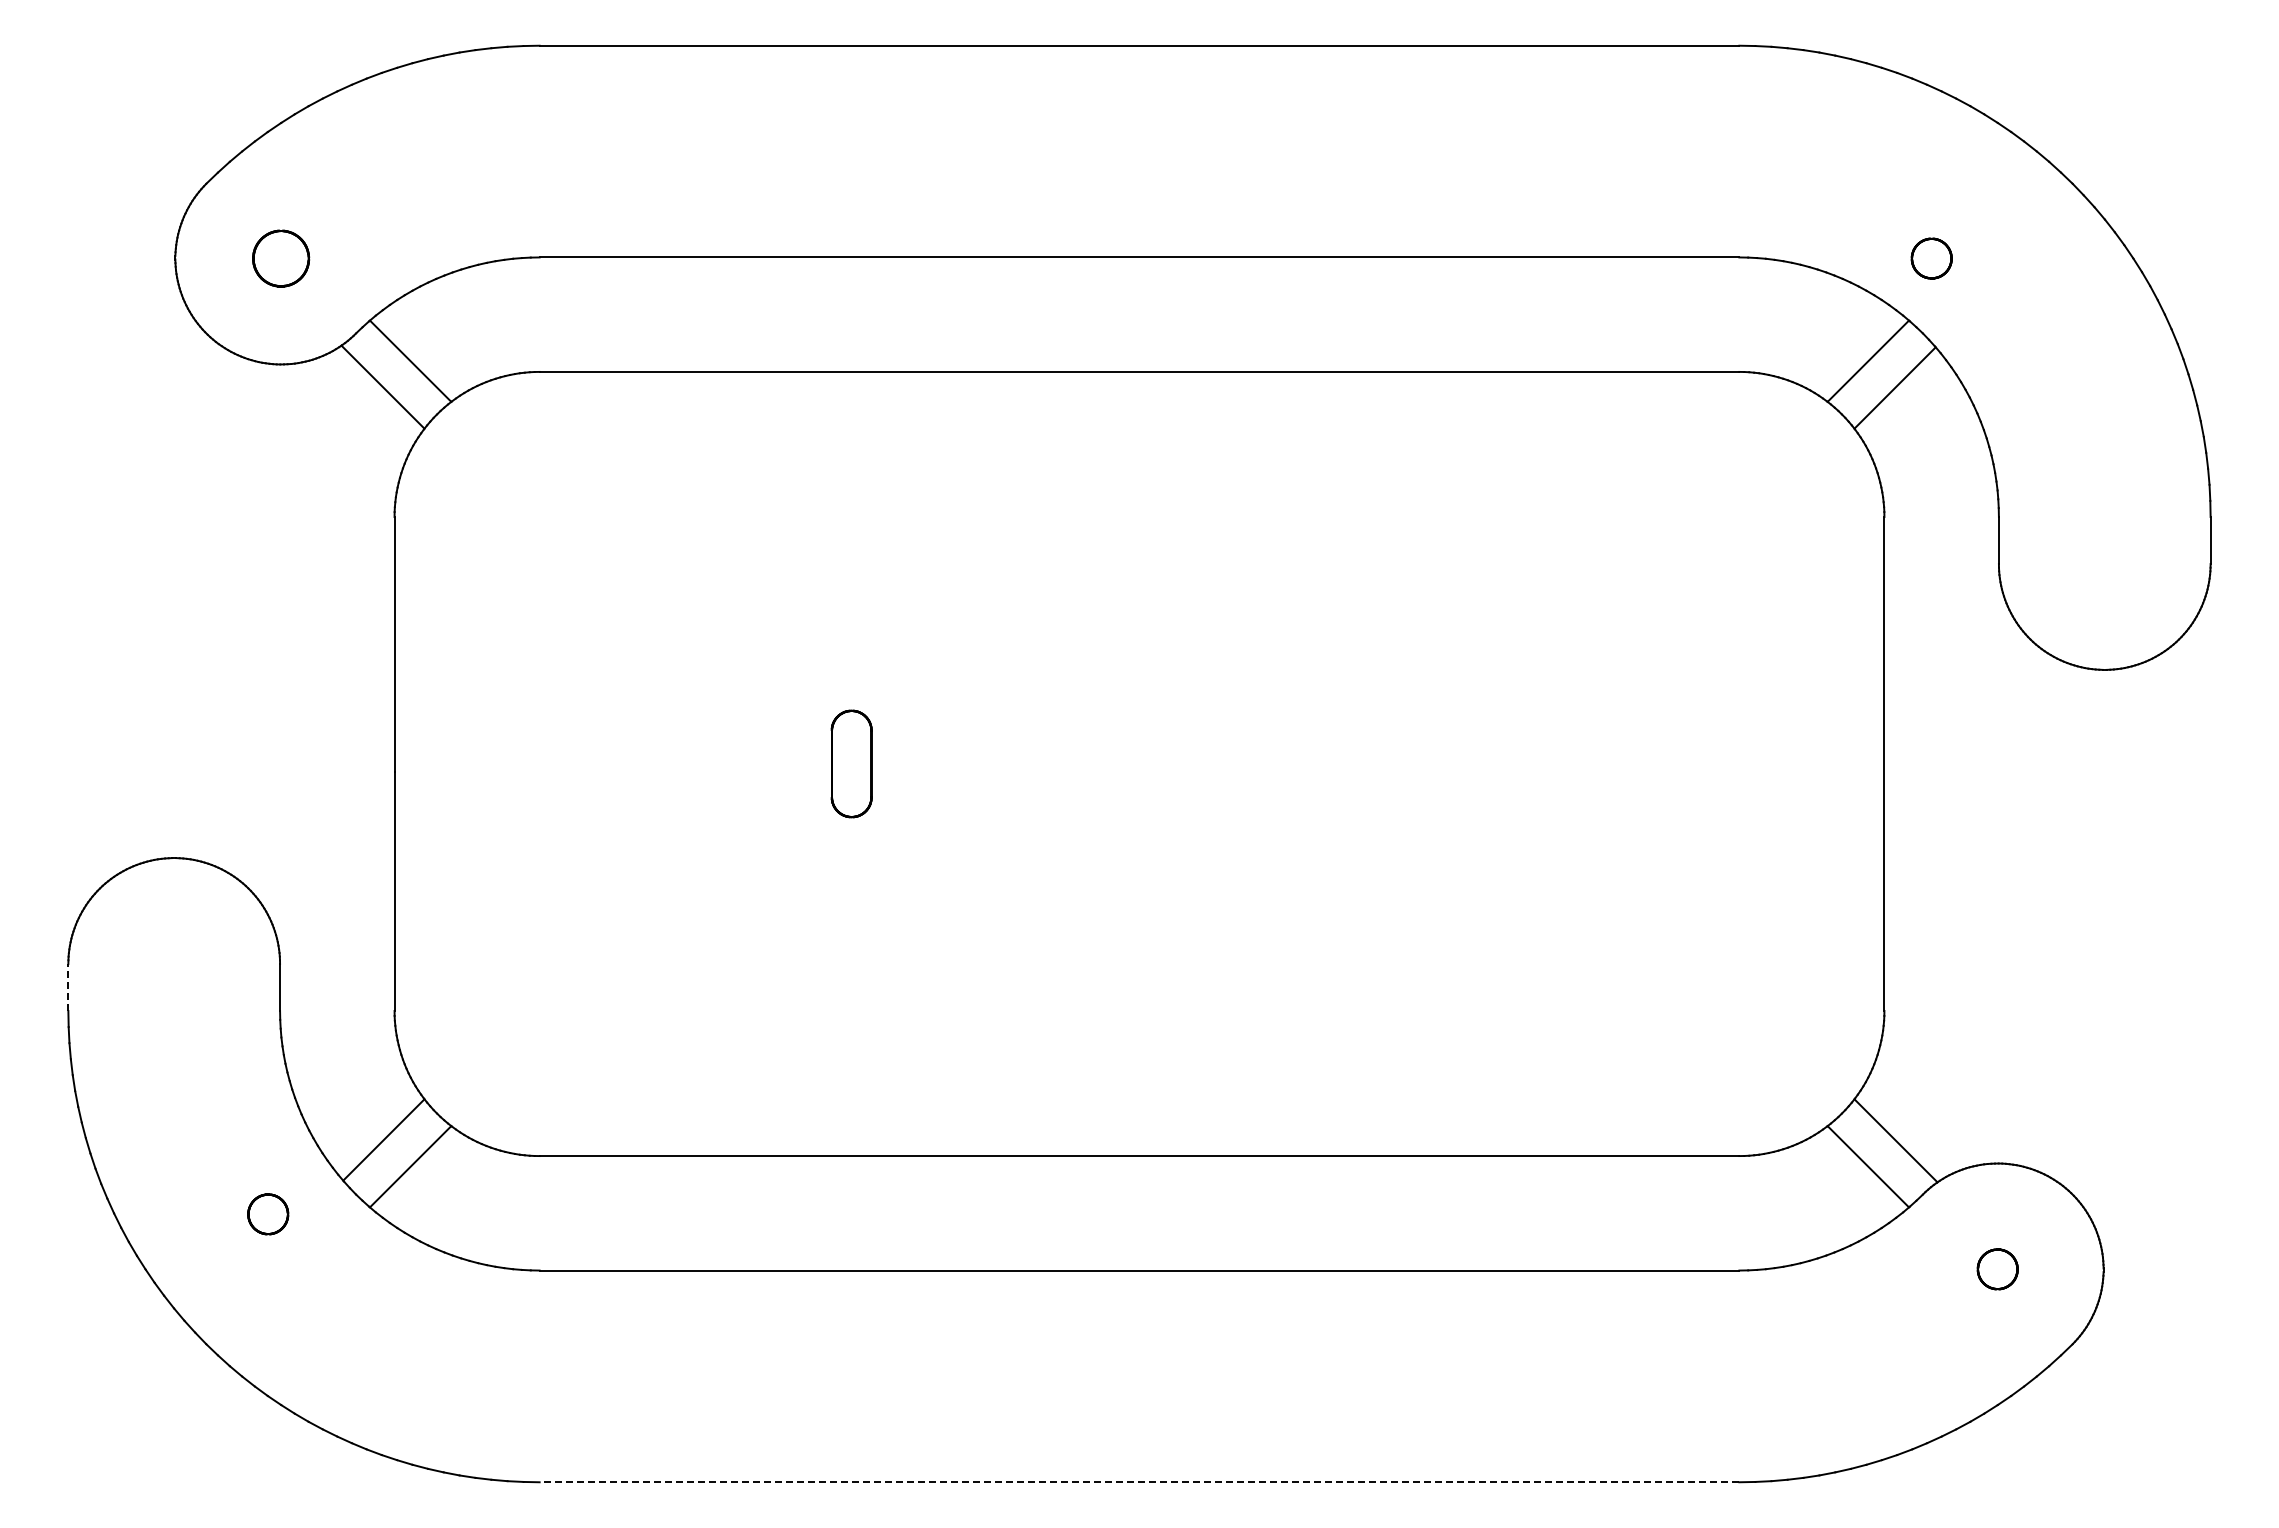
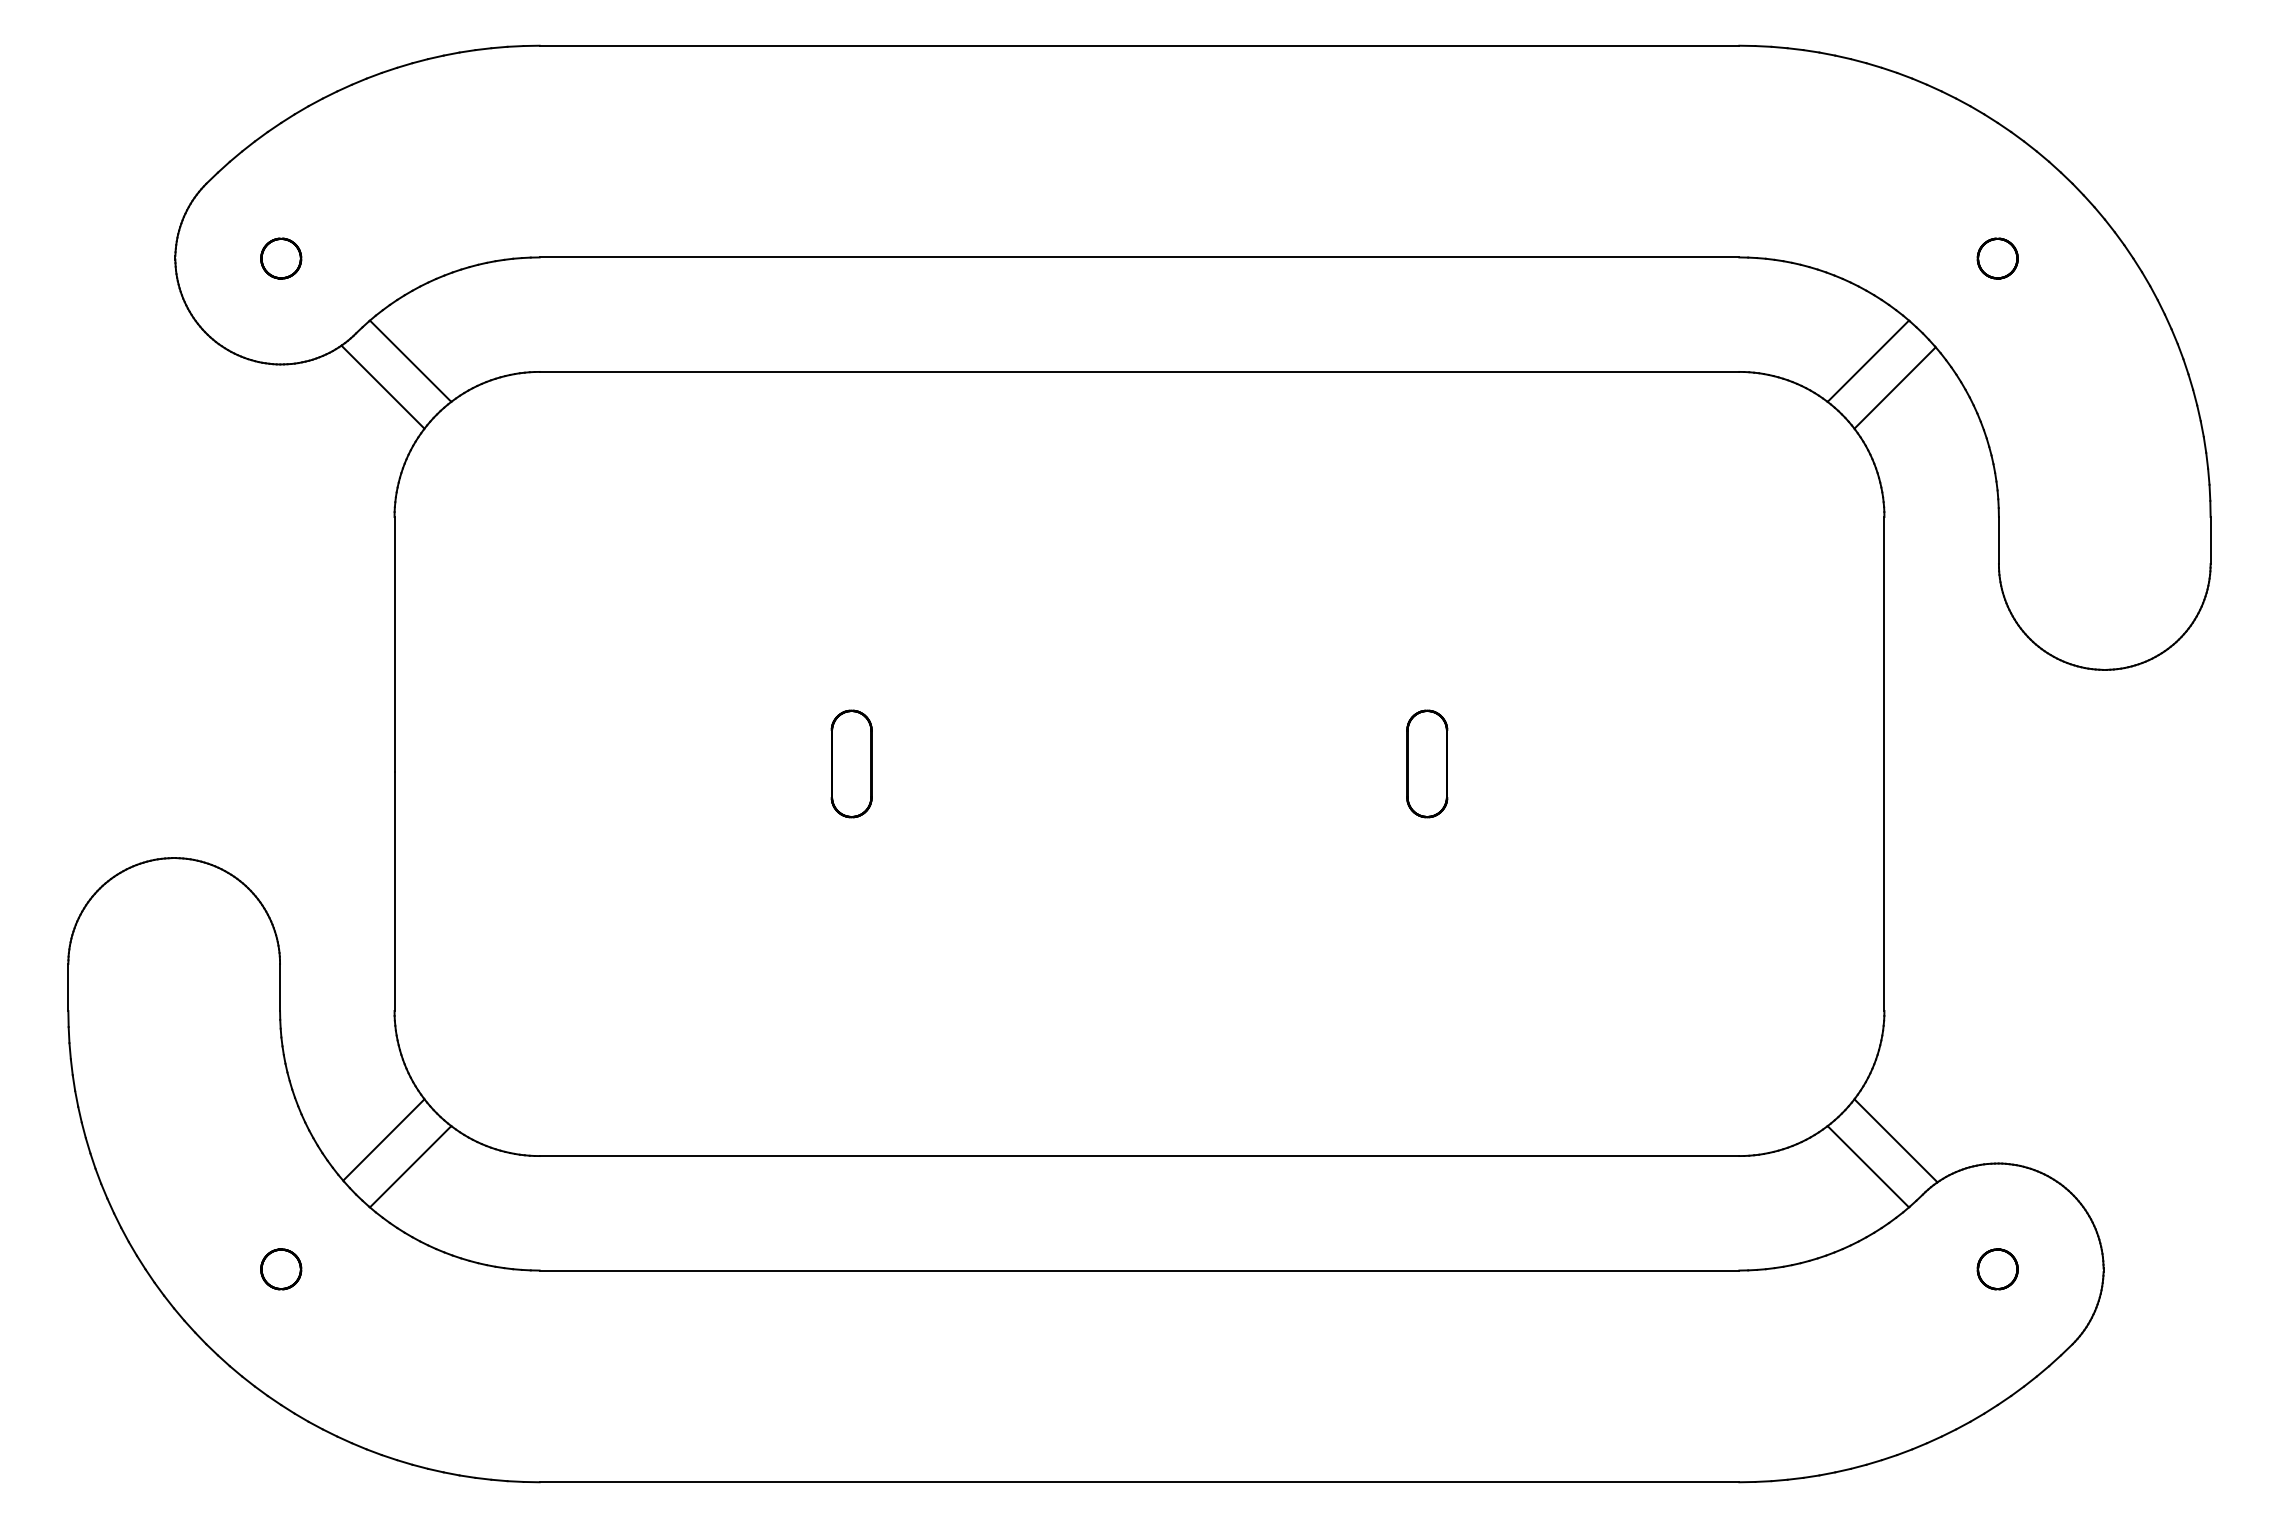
part at (281, 258) size: 59x59 px -> 43x43 px
part at (1931, 258) position: (1931, 258) -> (1997, 258)
part at (1427, 763): none -> present
line at (68, 987): dashed -> solid
part at (268, 1214) position: (268, 1214) -> (281, 1269)
line at (1139, 1482): dashed -> solid
